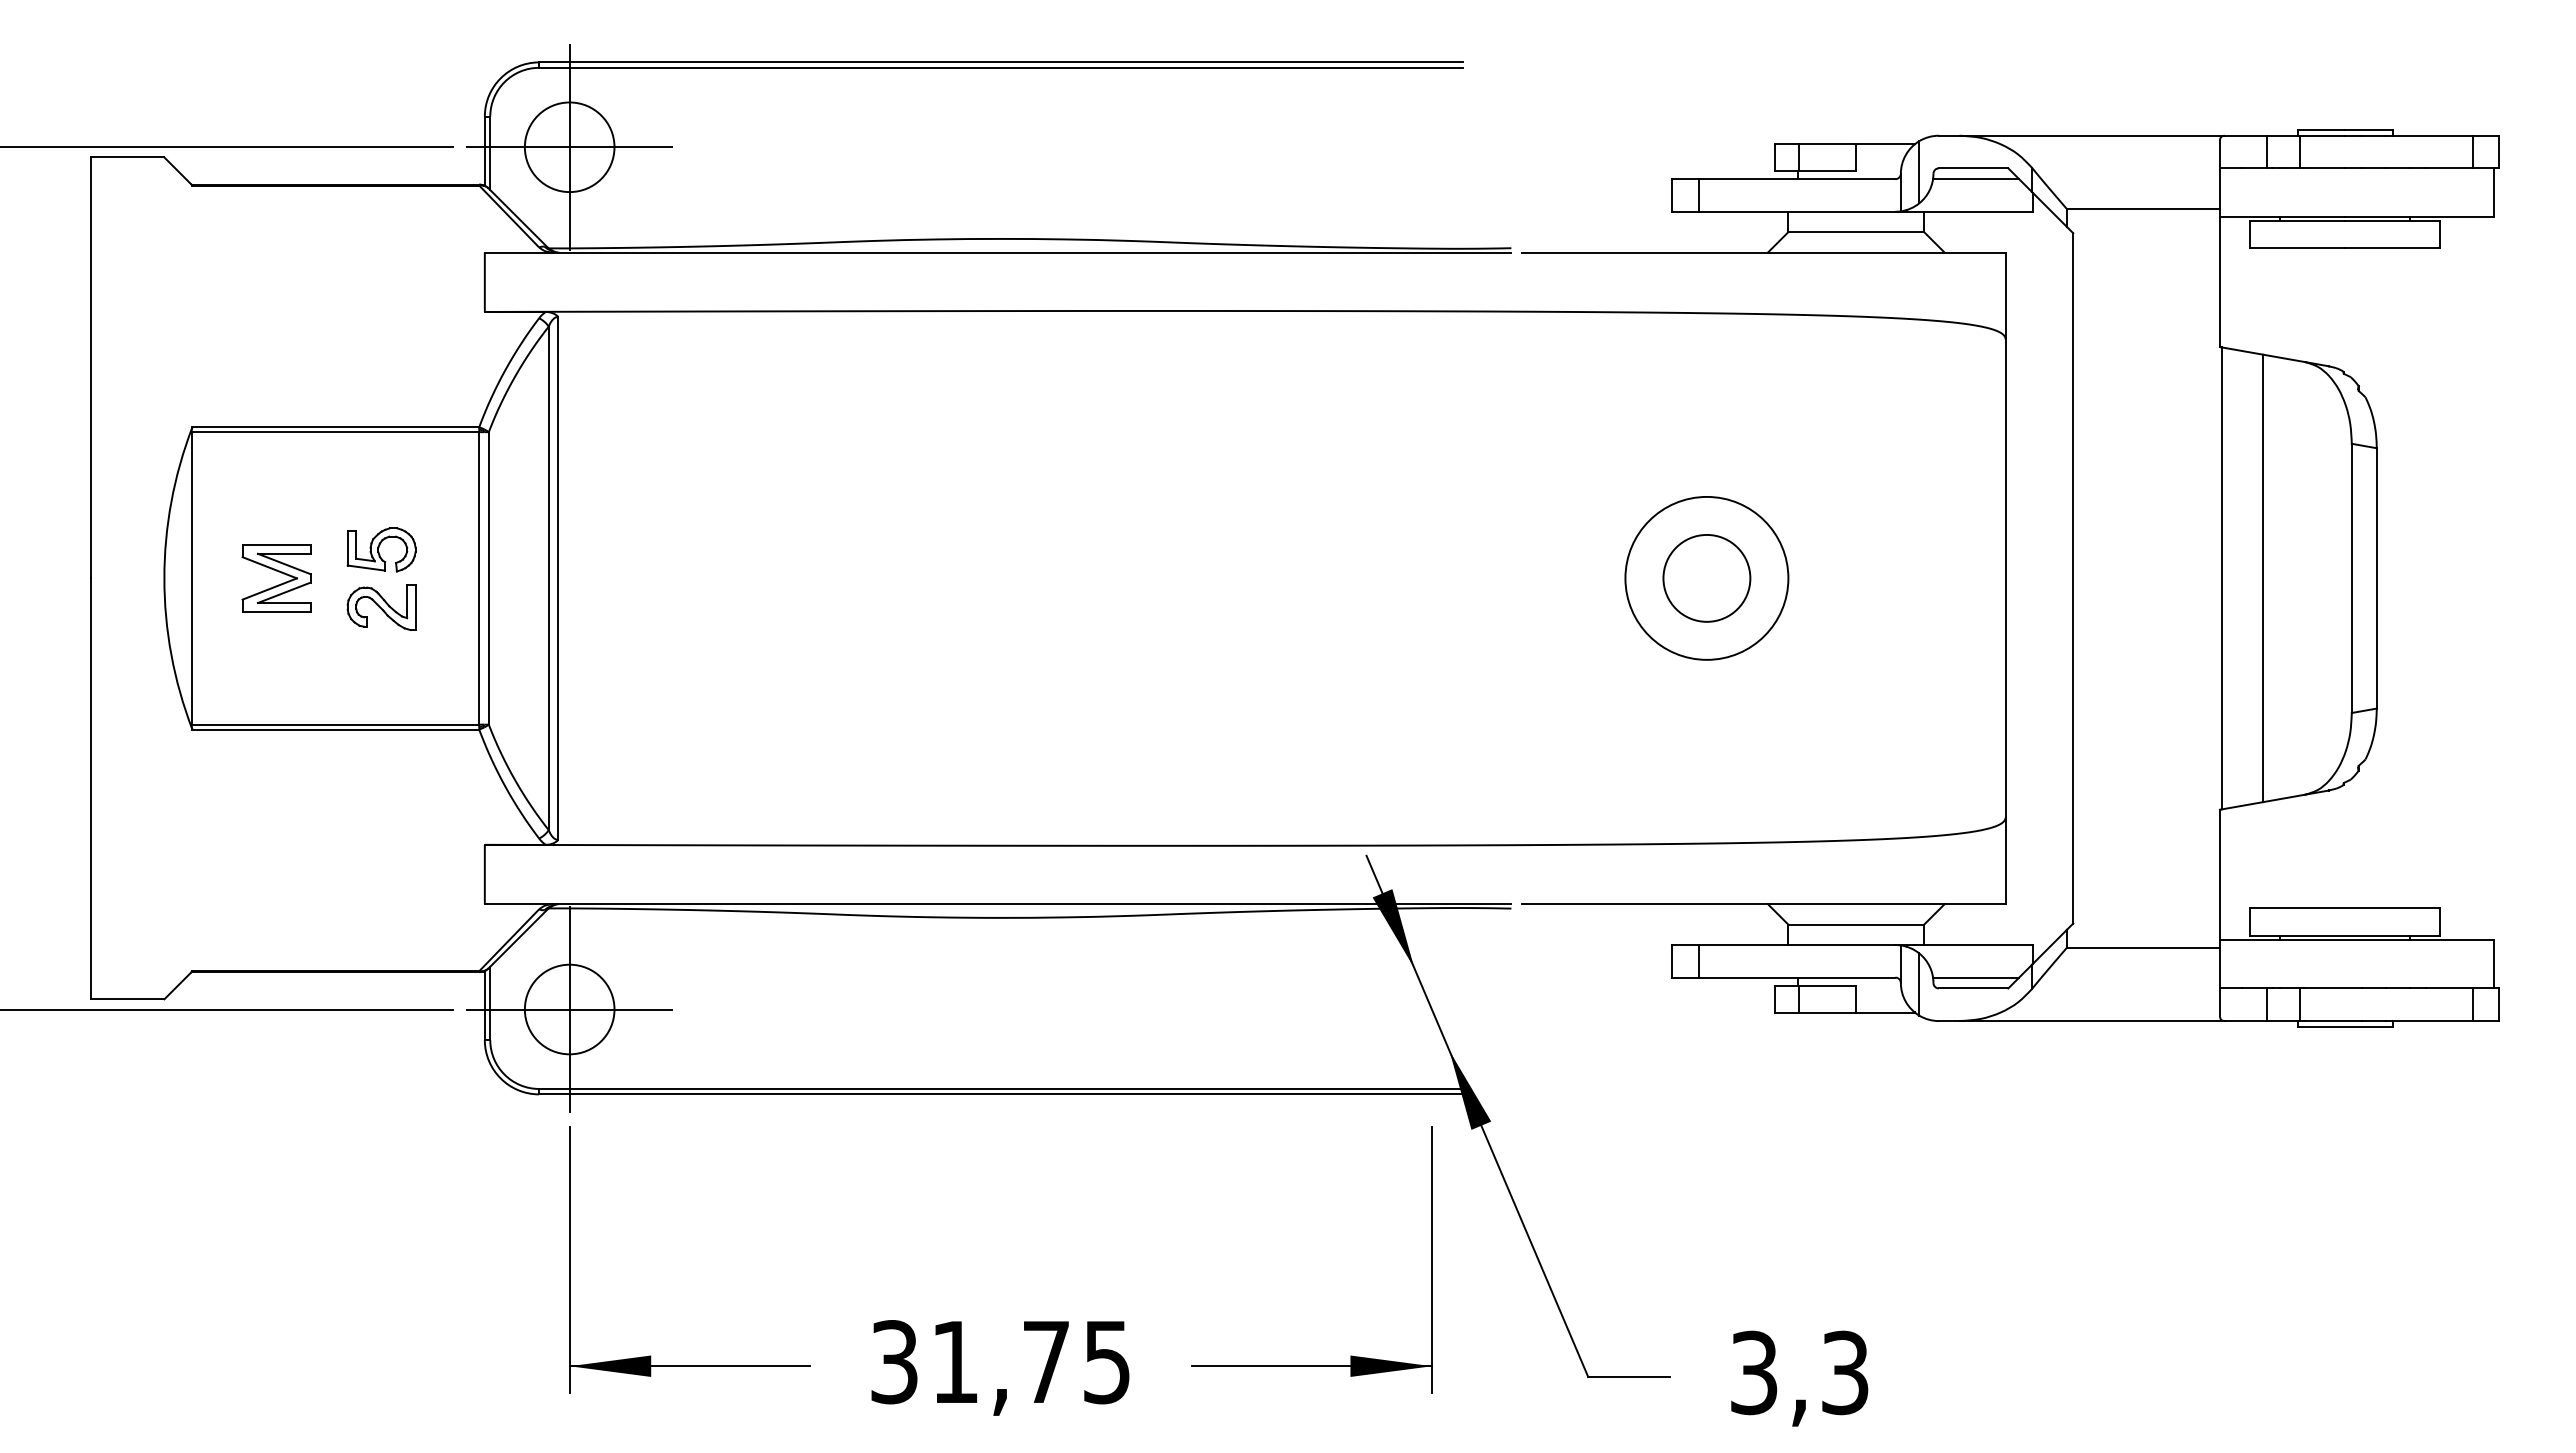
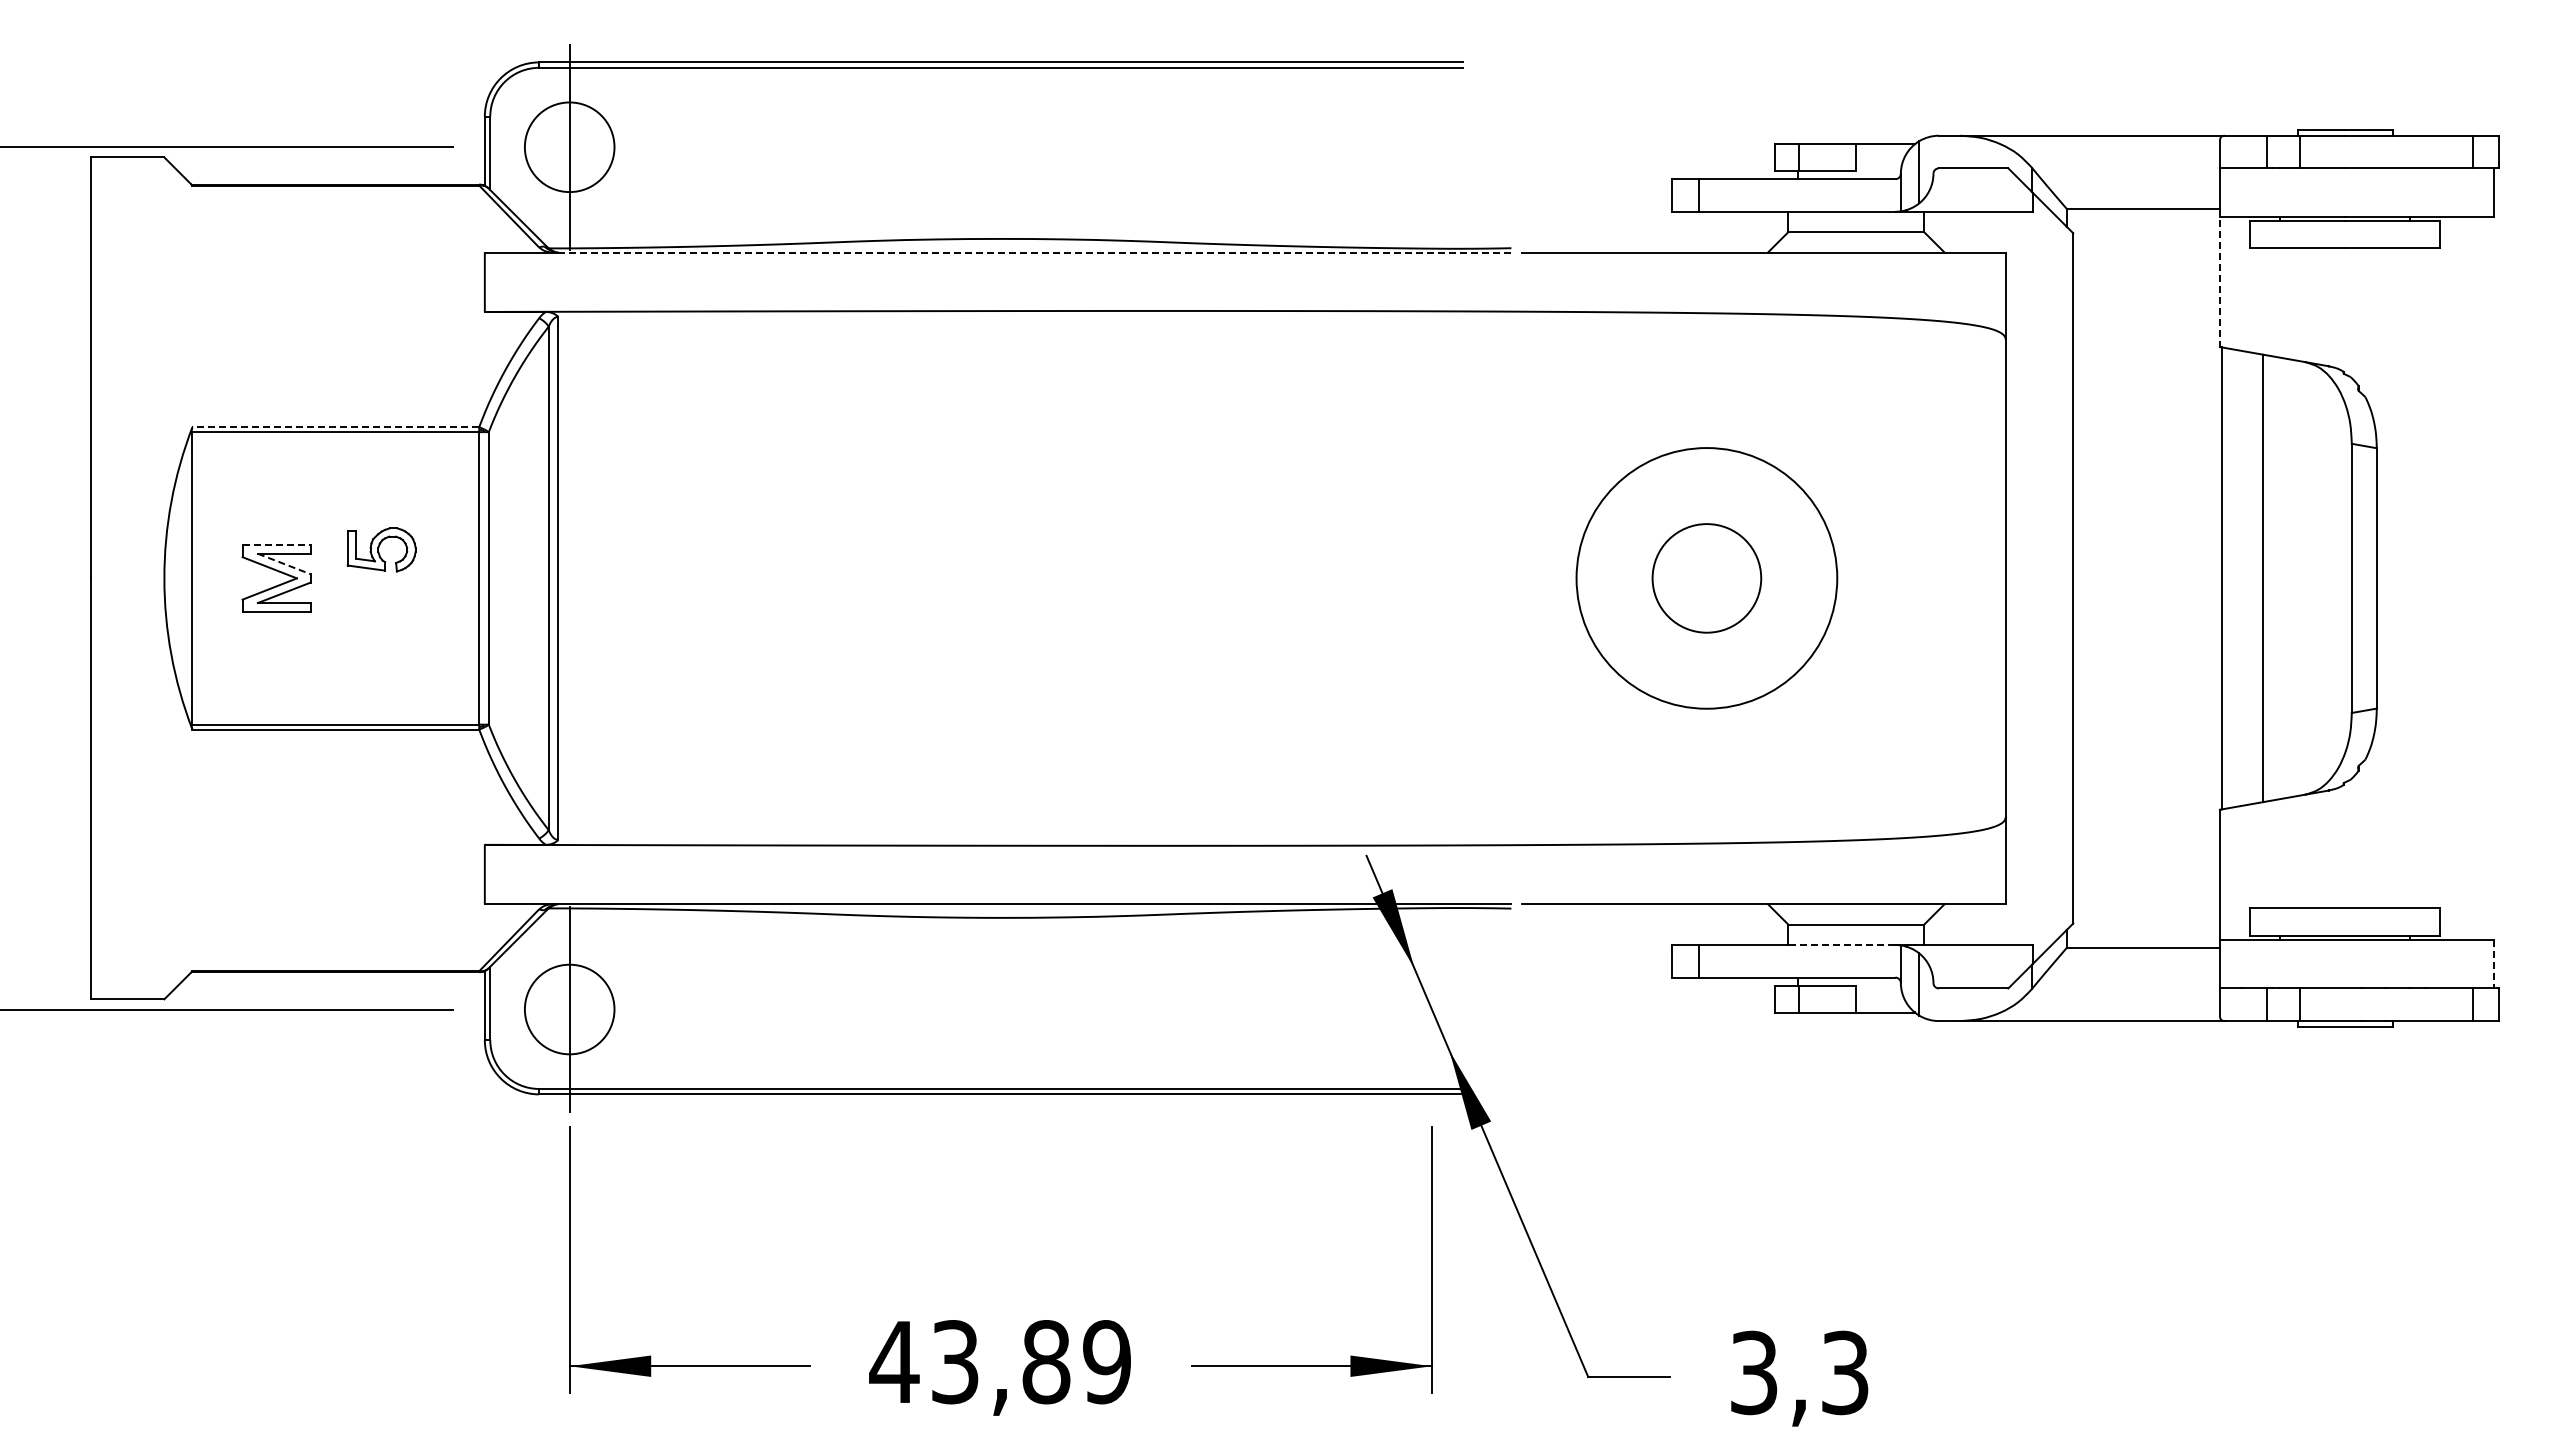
line at (569, 147): present -> none
line at (1976, 179): present -> none
line at (1034, 252): solid -> dashed
line at (2219, 278): solid -> dashed
line at (335, 427): solid -> dashed
line at (276, 545): solid -> dashed
line at (284, 564): solid -> dashed
circle at (1706, 577) diameter: 163 px -> 261 px
circle at (1706, 577) diameter: 87 px -> 109 px
part at (381, 607): present -> none
line at (1841, 945): solid -> dashed
line at (2494, 964): solid -> dashed
line at (1976, 977): present -> none
line at (569, 1009): present -> none
text at (999, 1362): 31,75 -> 43,89
